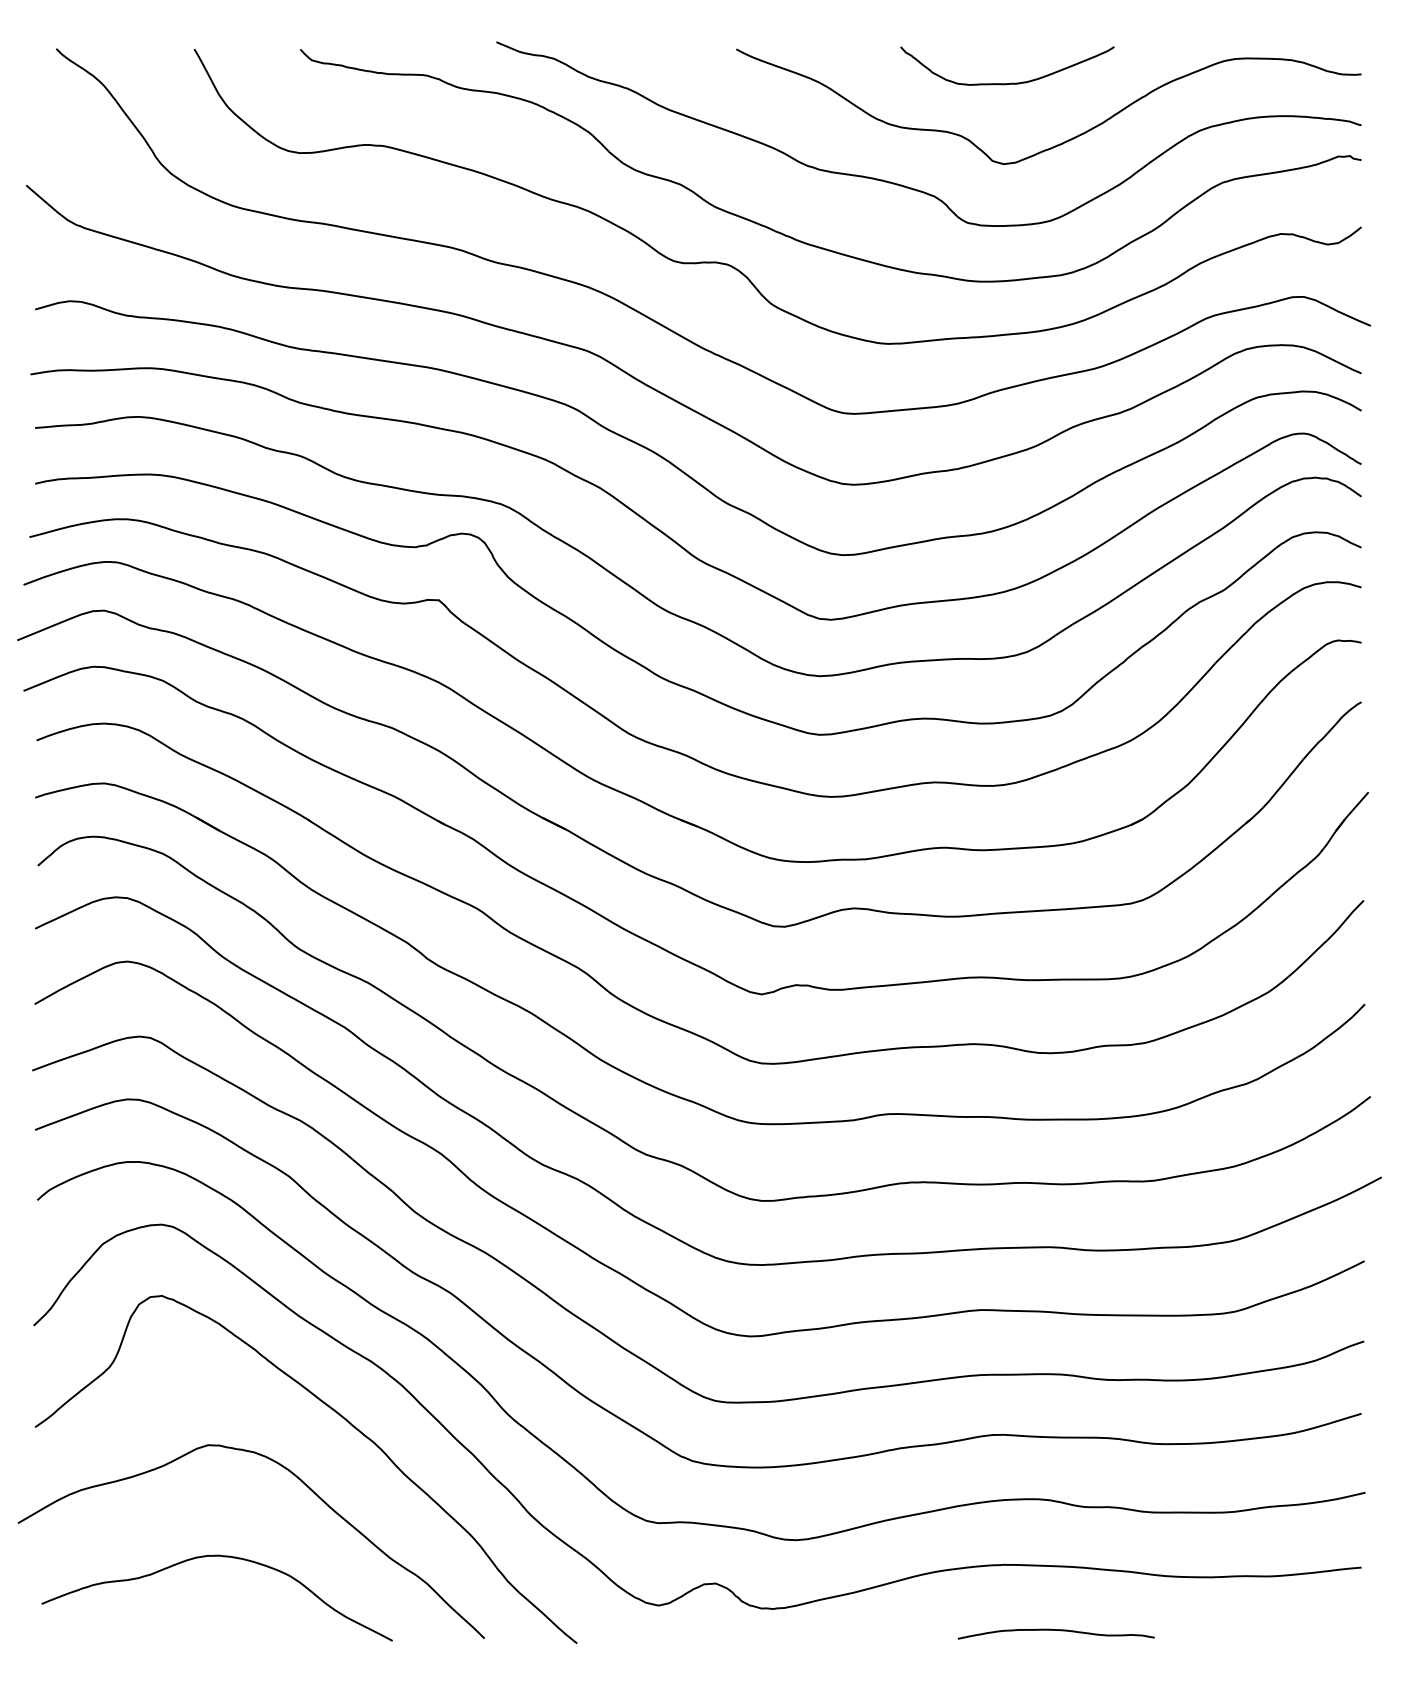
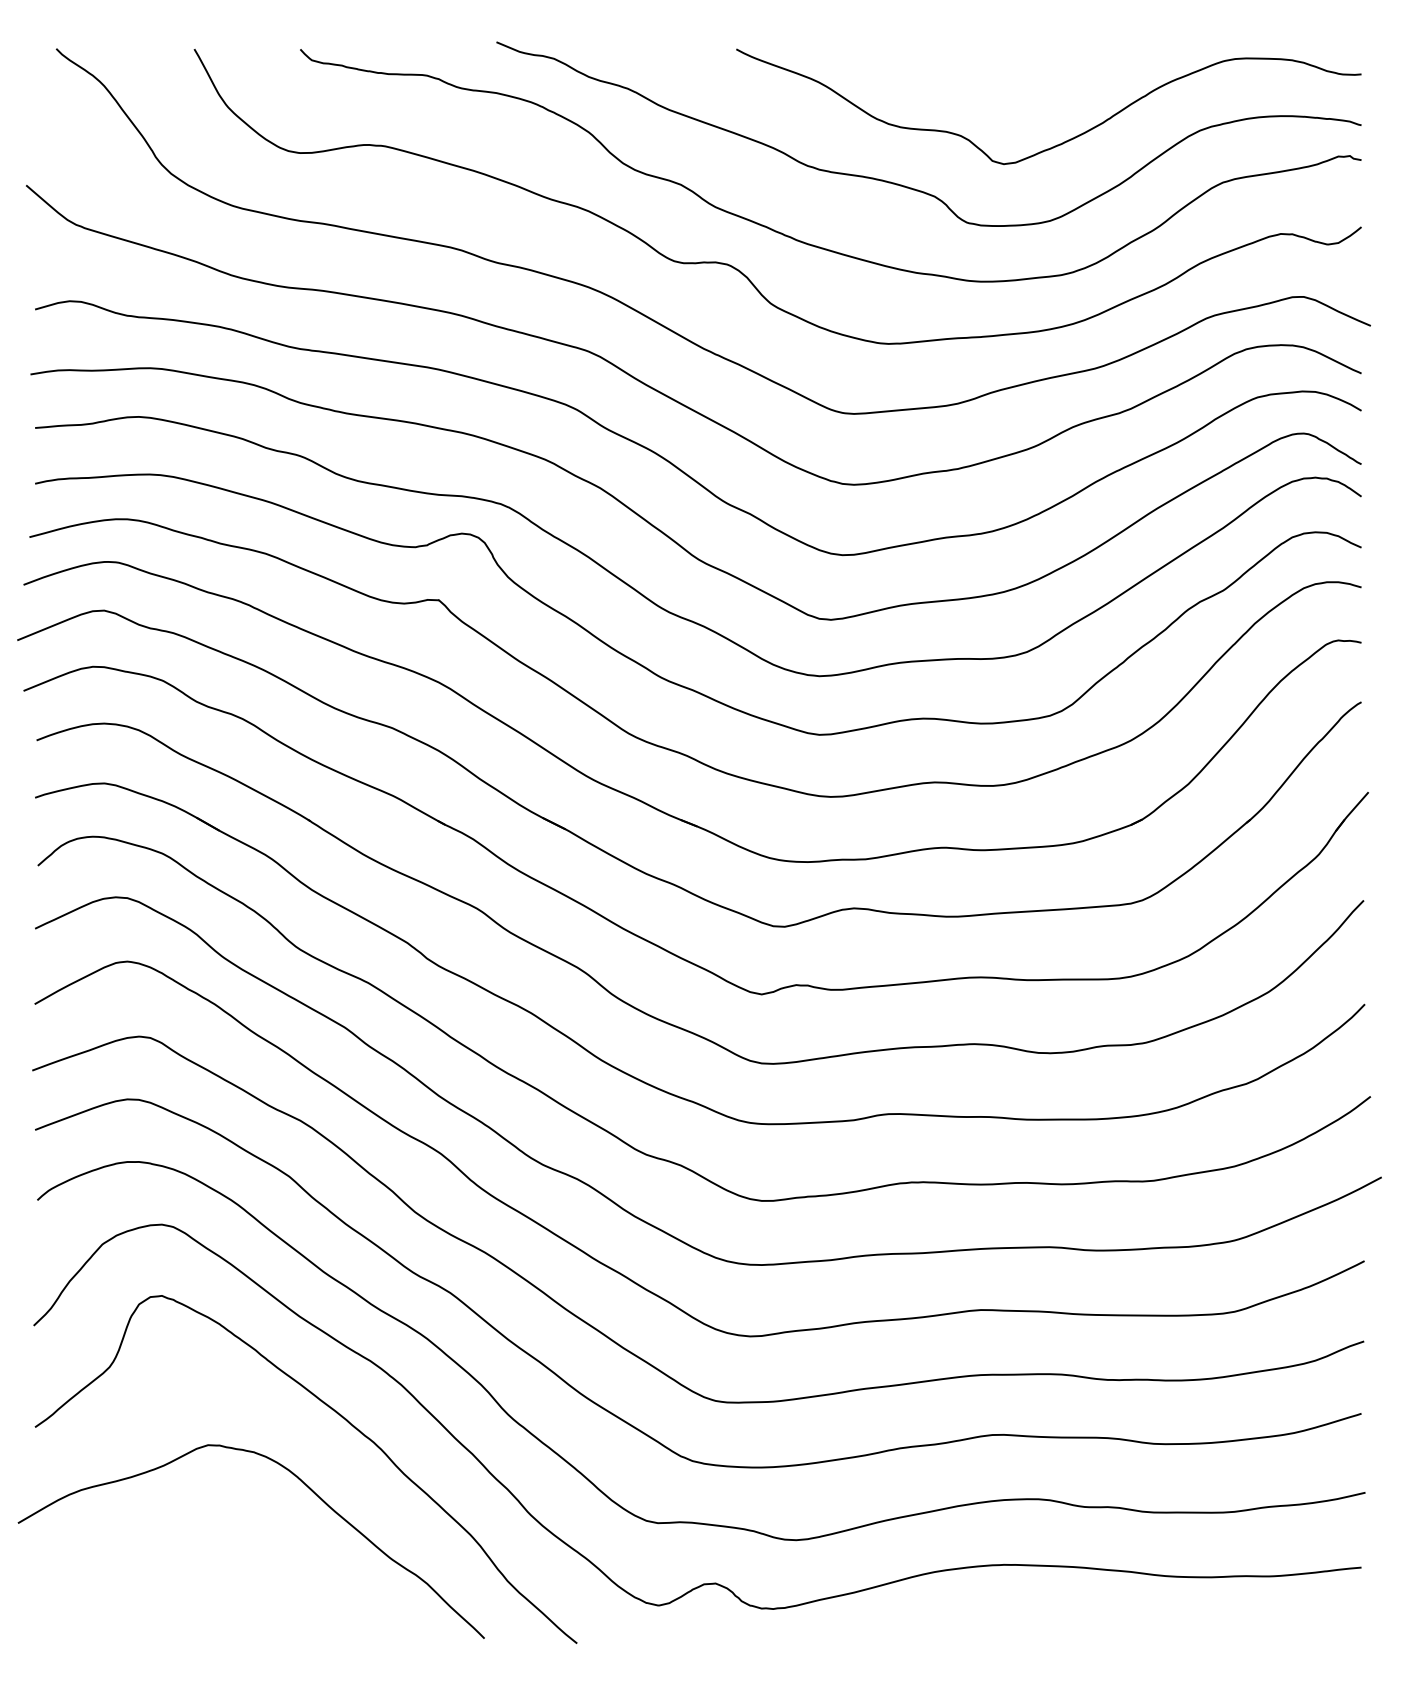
curve at (1011, 82): present -> none
curve at (223, 1557): present -> none
curve at (1055, 1630): present -> none
